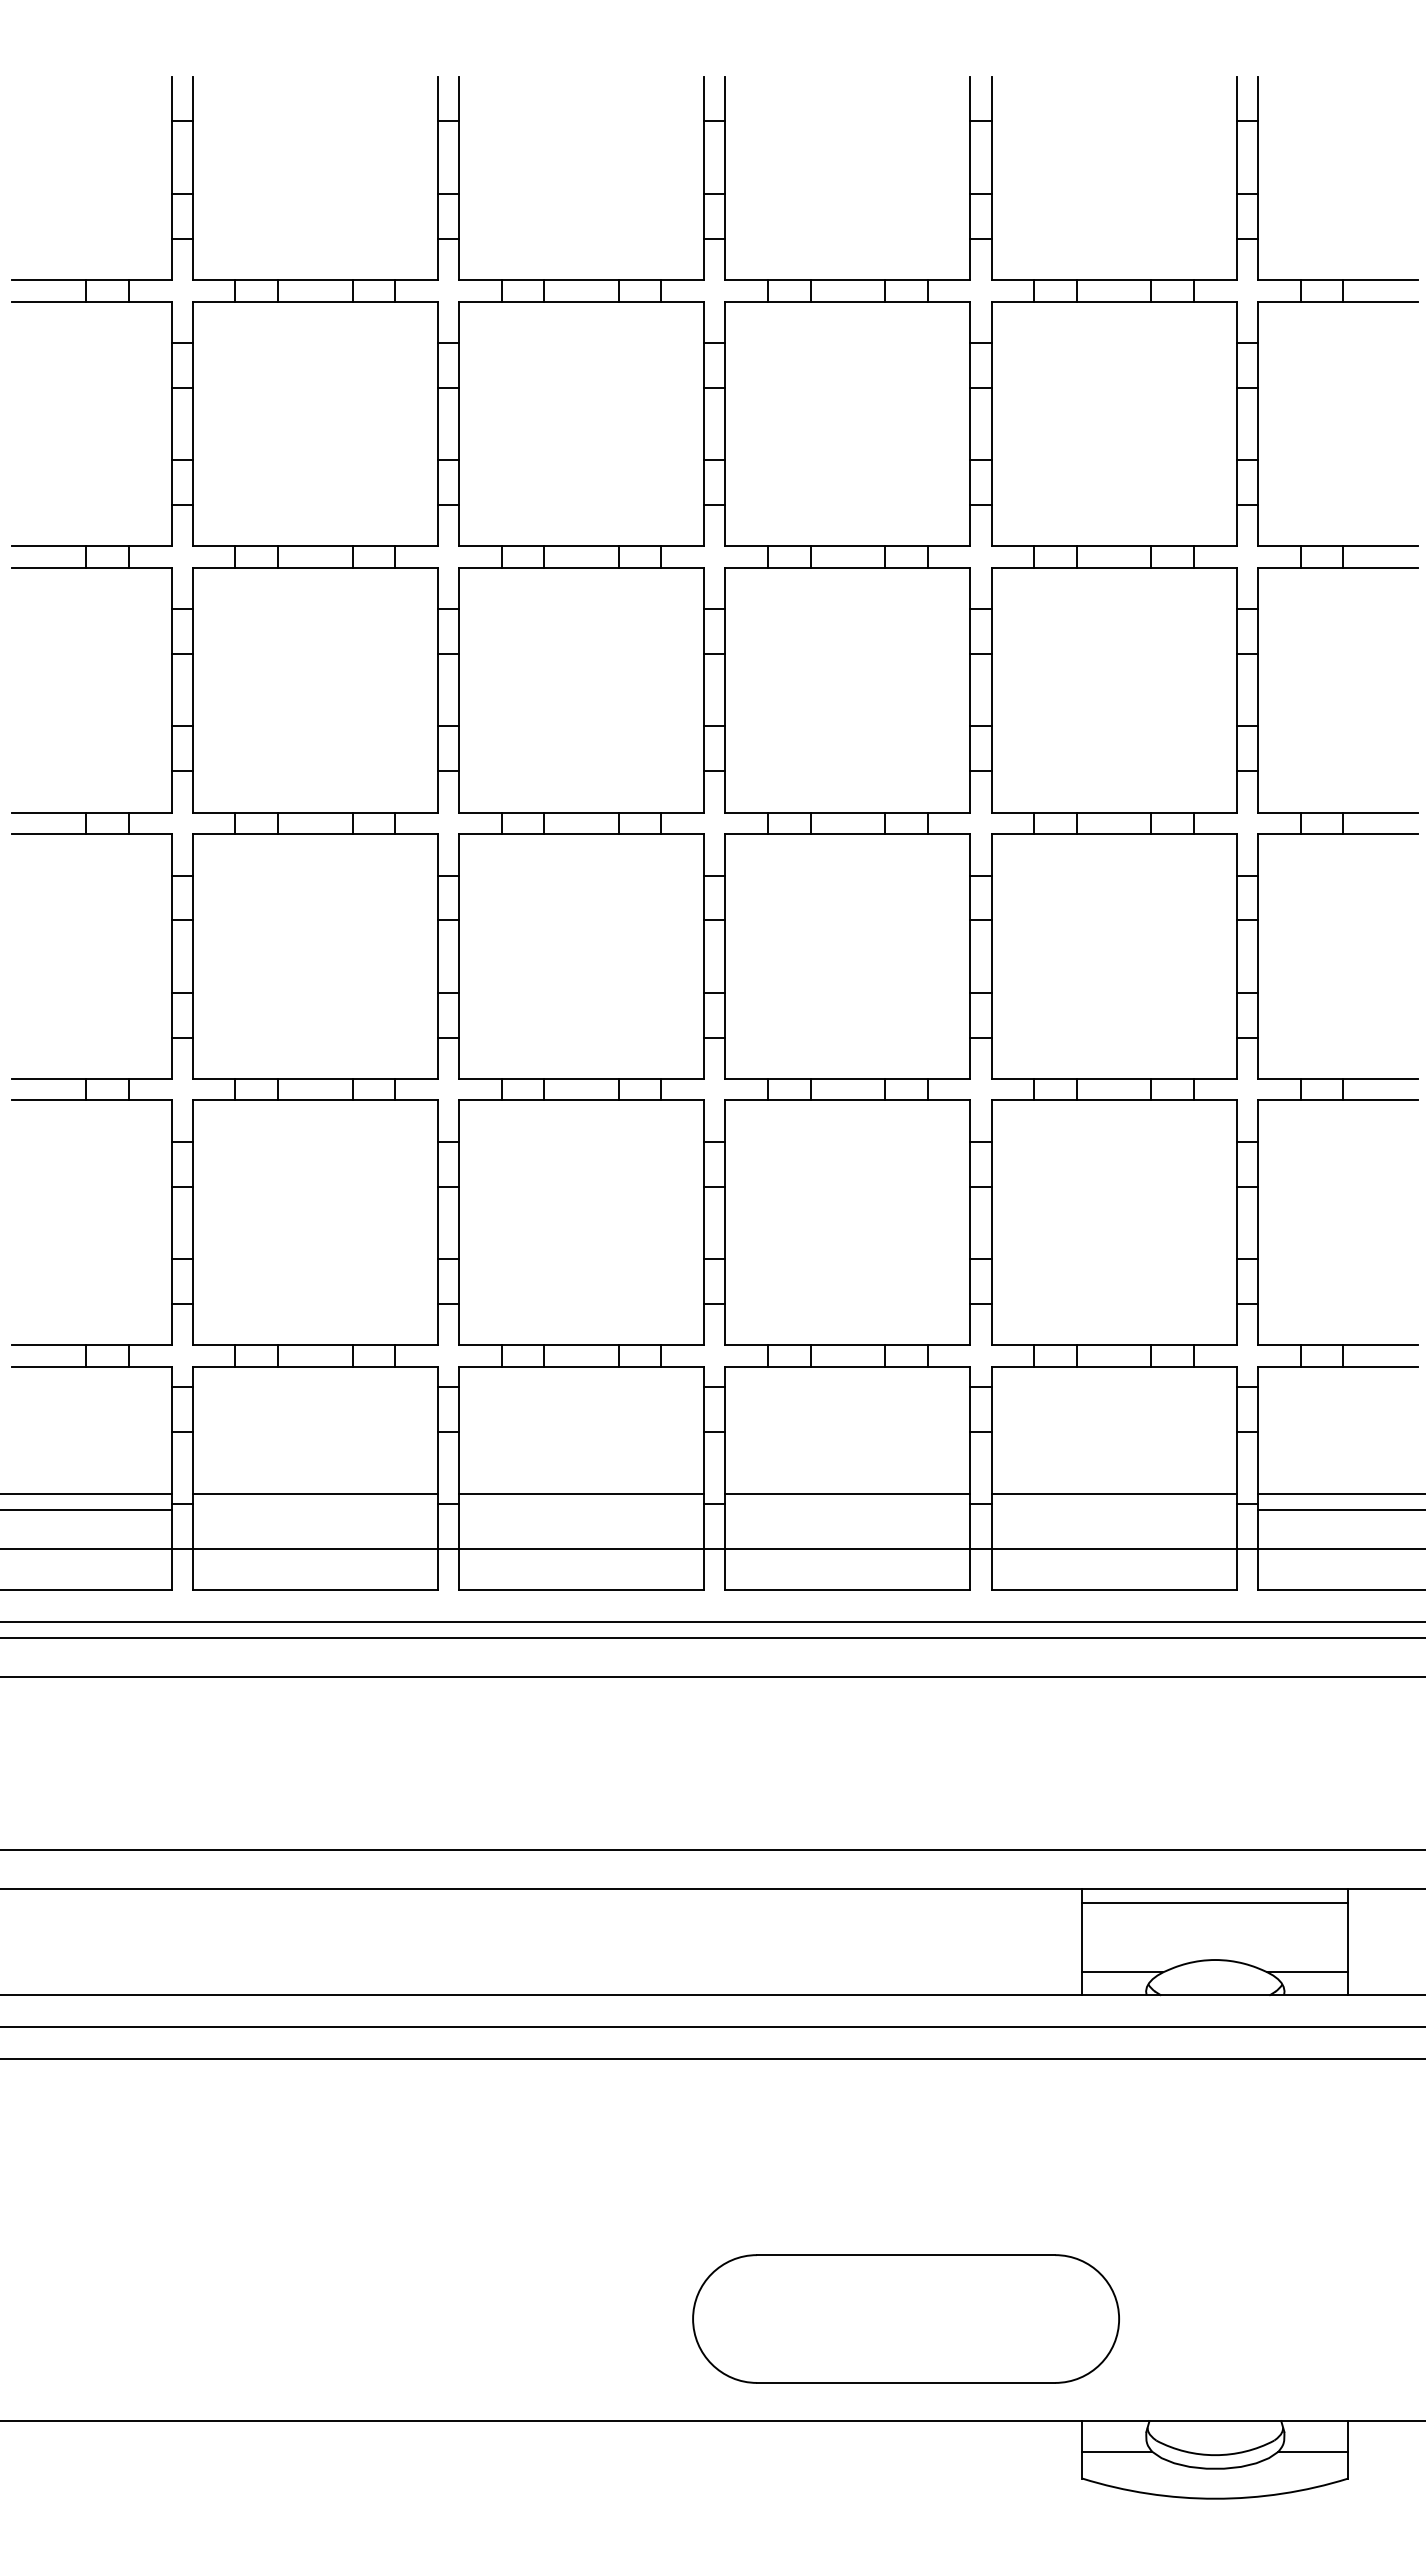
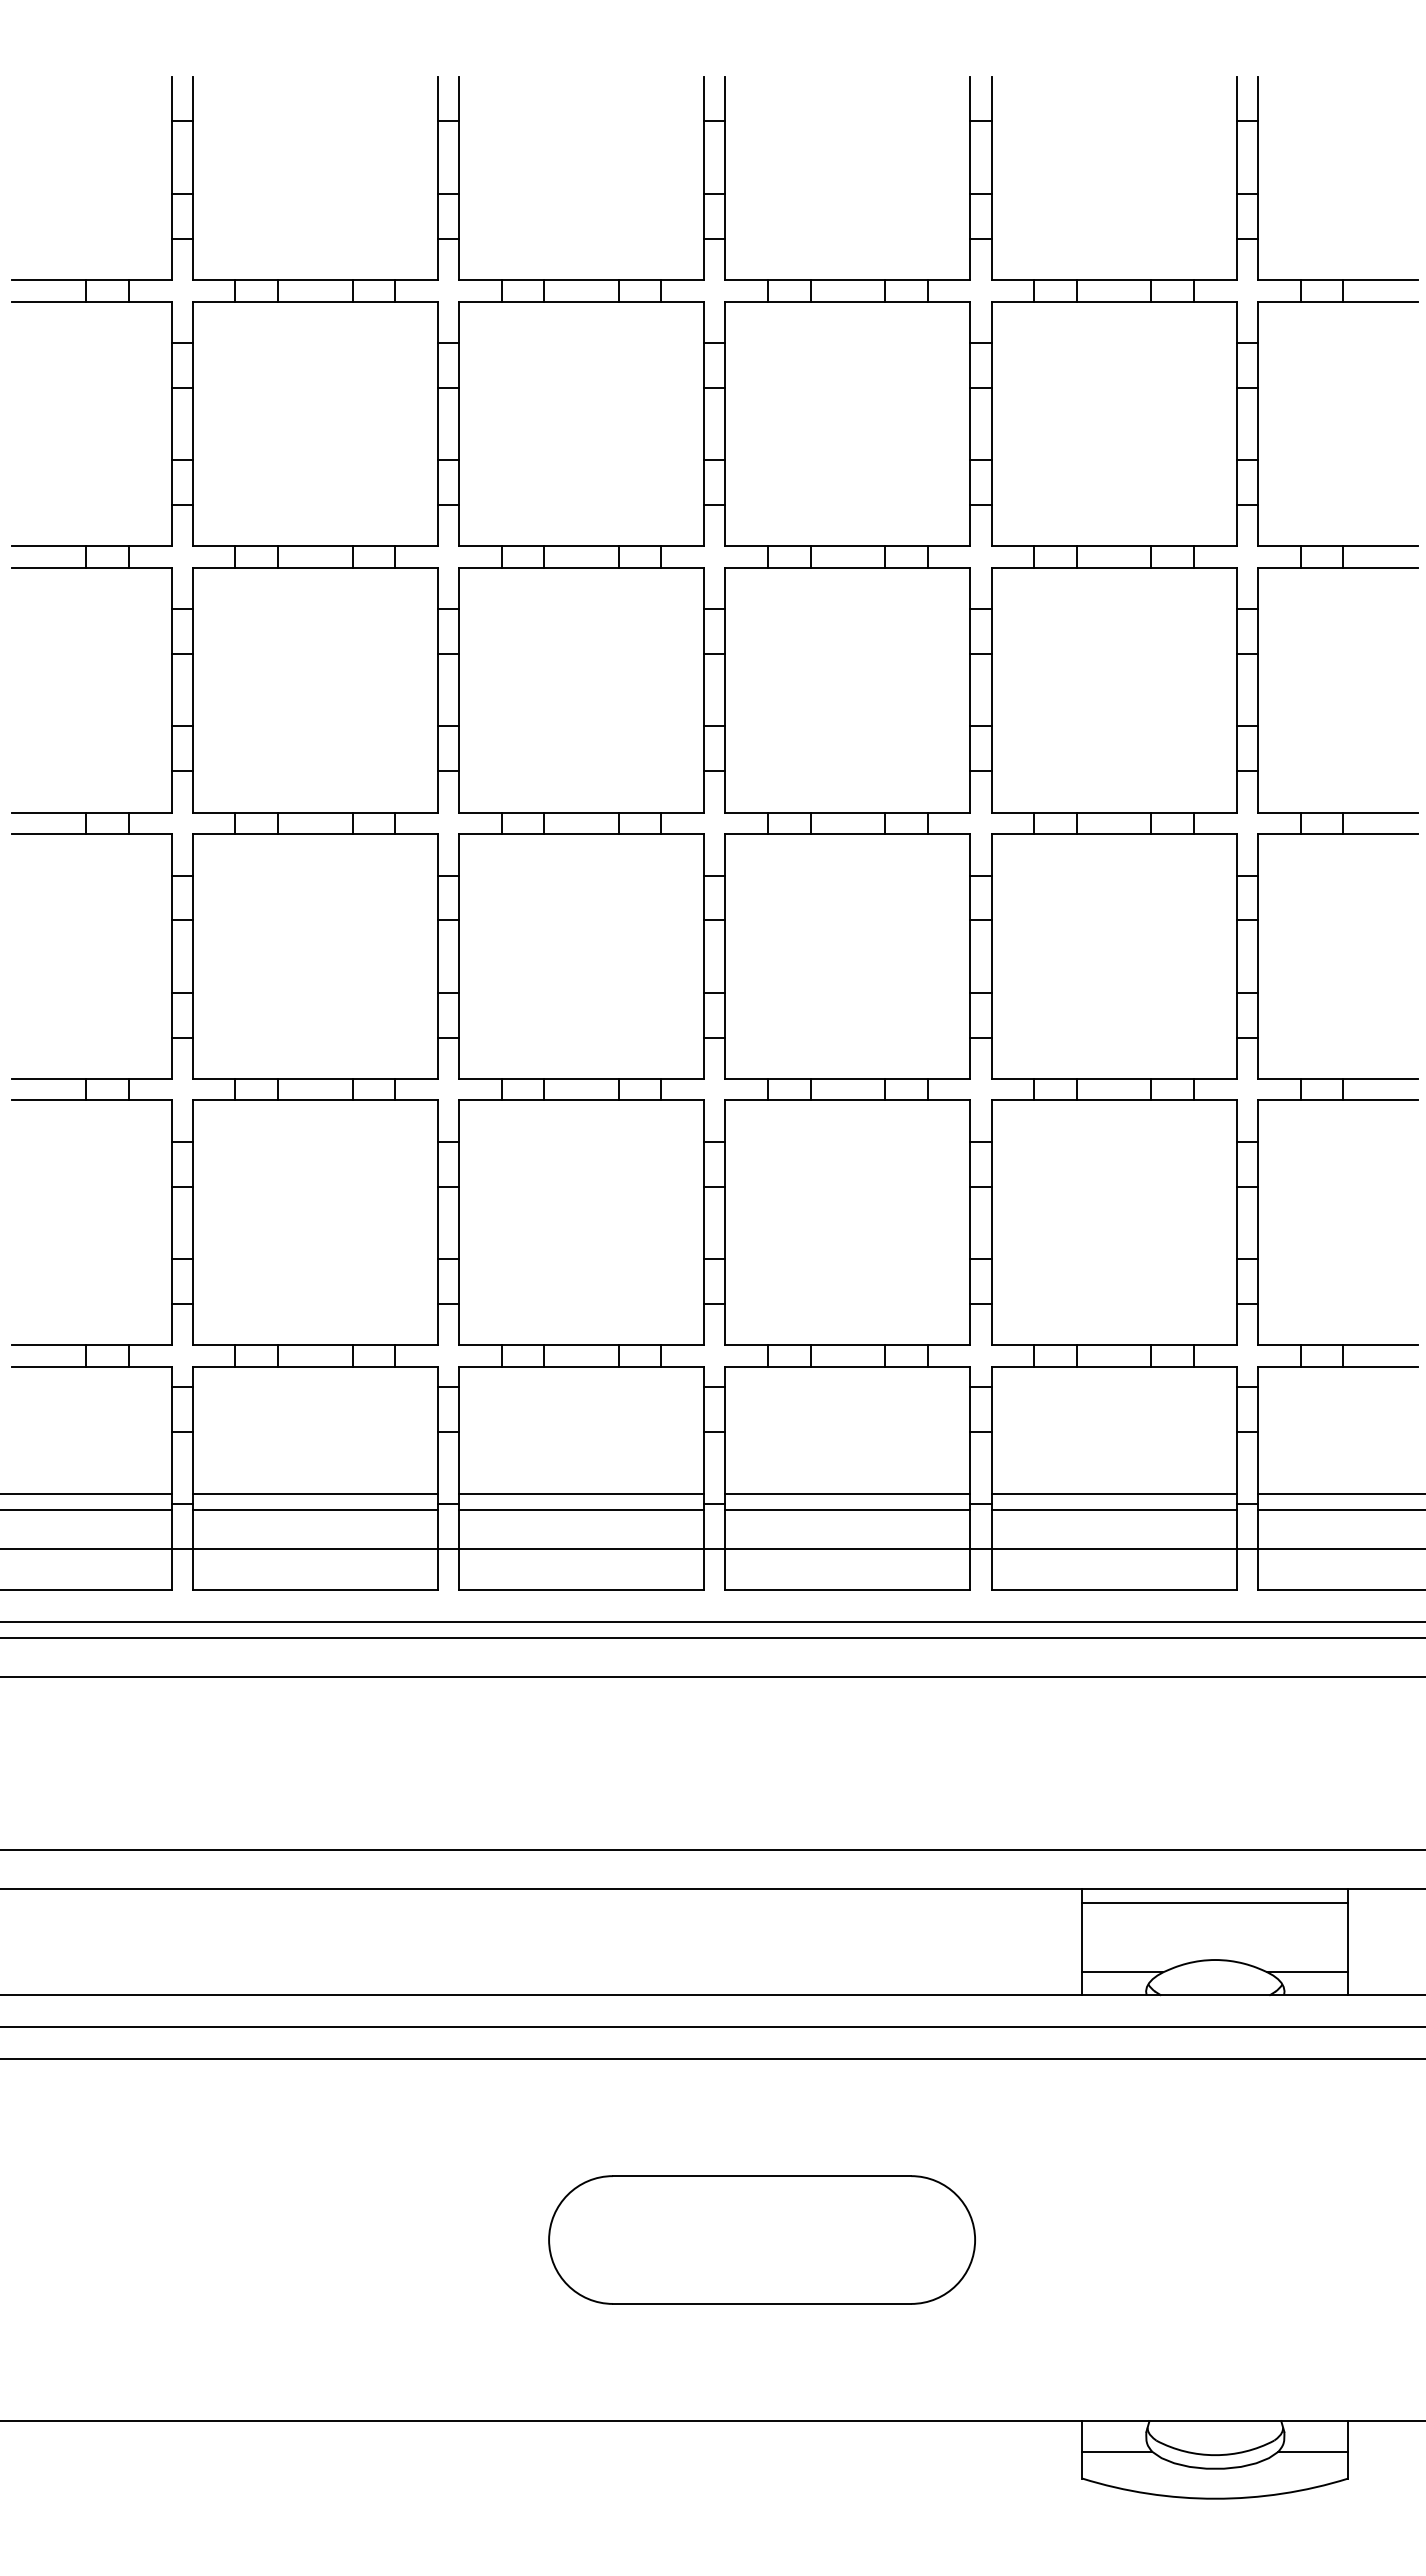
line at (314, 1510): none -> present
line at (581, 1510): none -> present
line at (847, 1510): none -> present
line at (1113, 1510): none -> present
part at (905, 2318) position: (905, 2318) -> (761, 2239)
